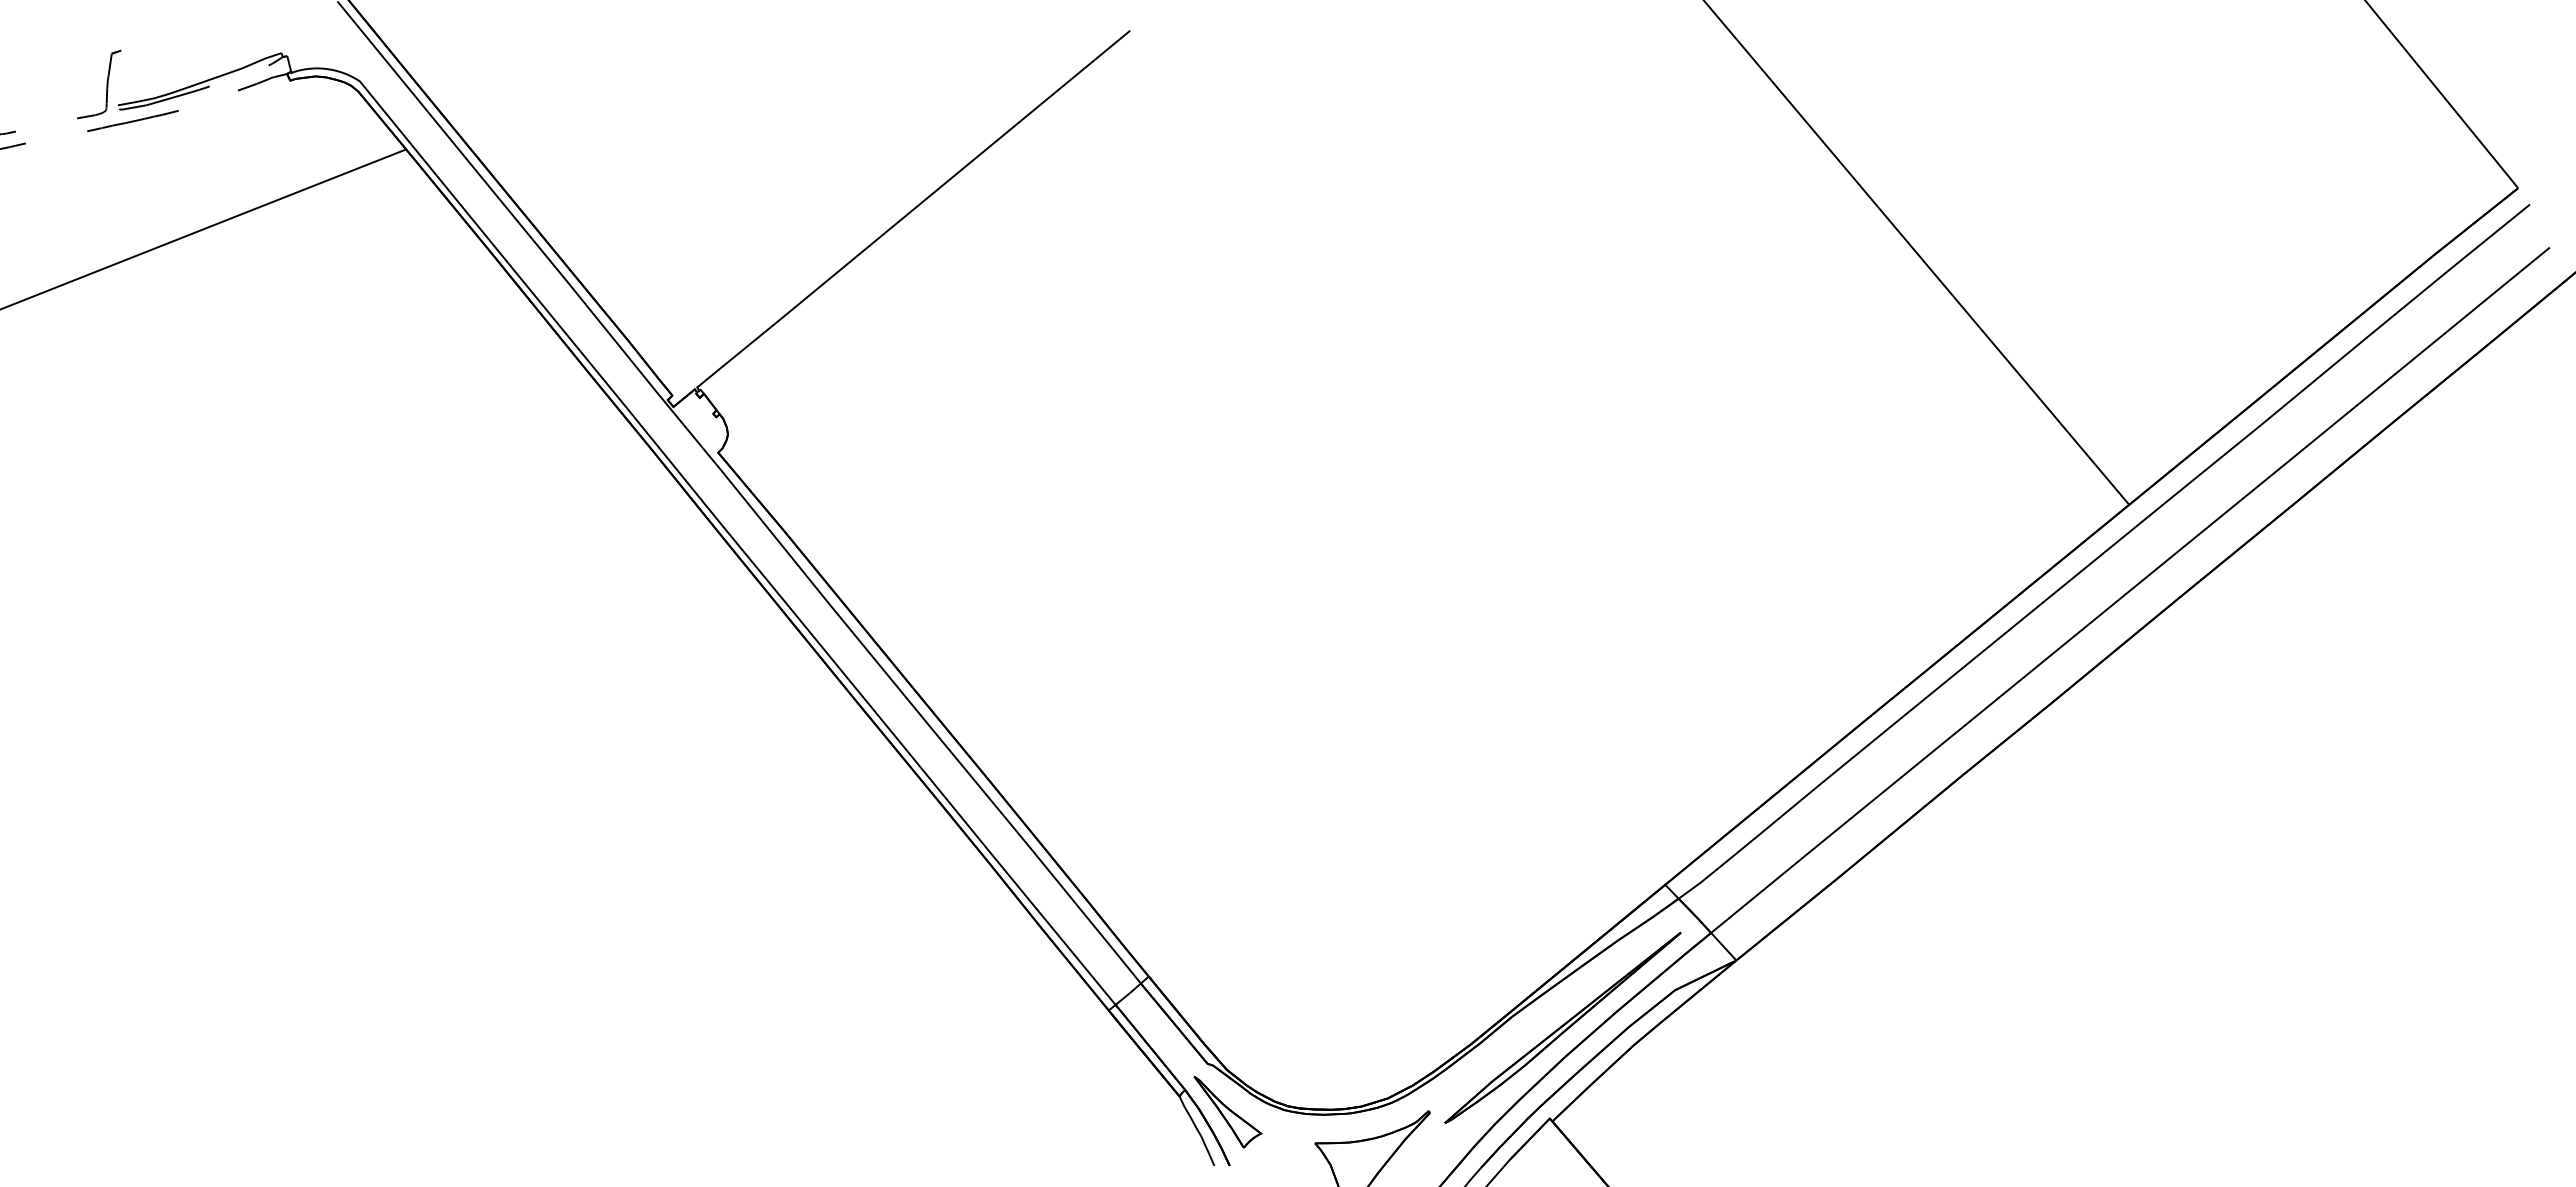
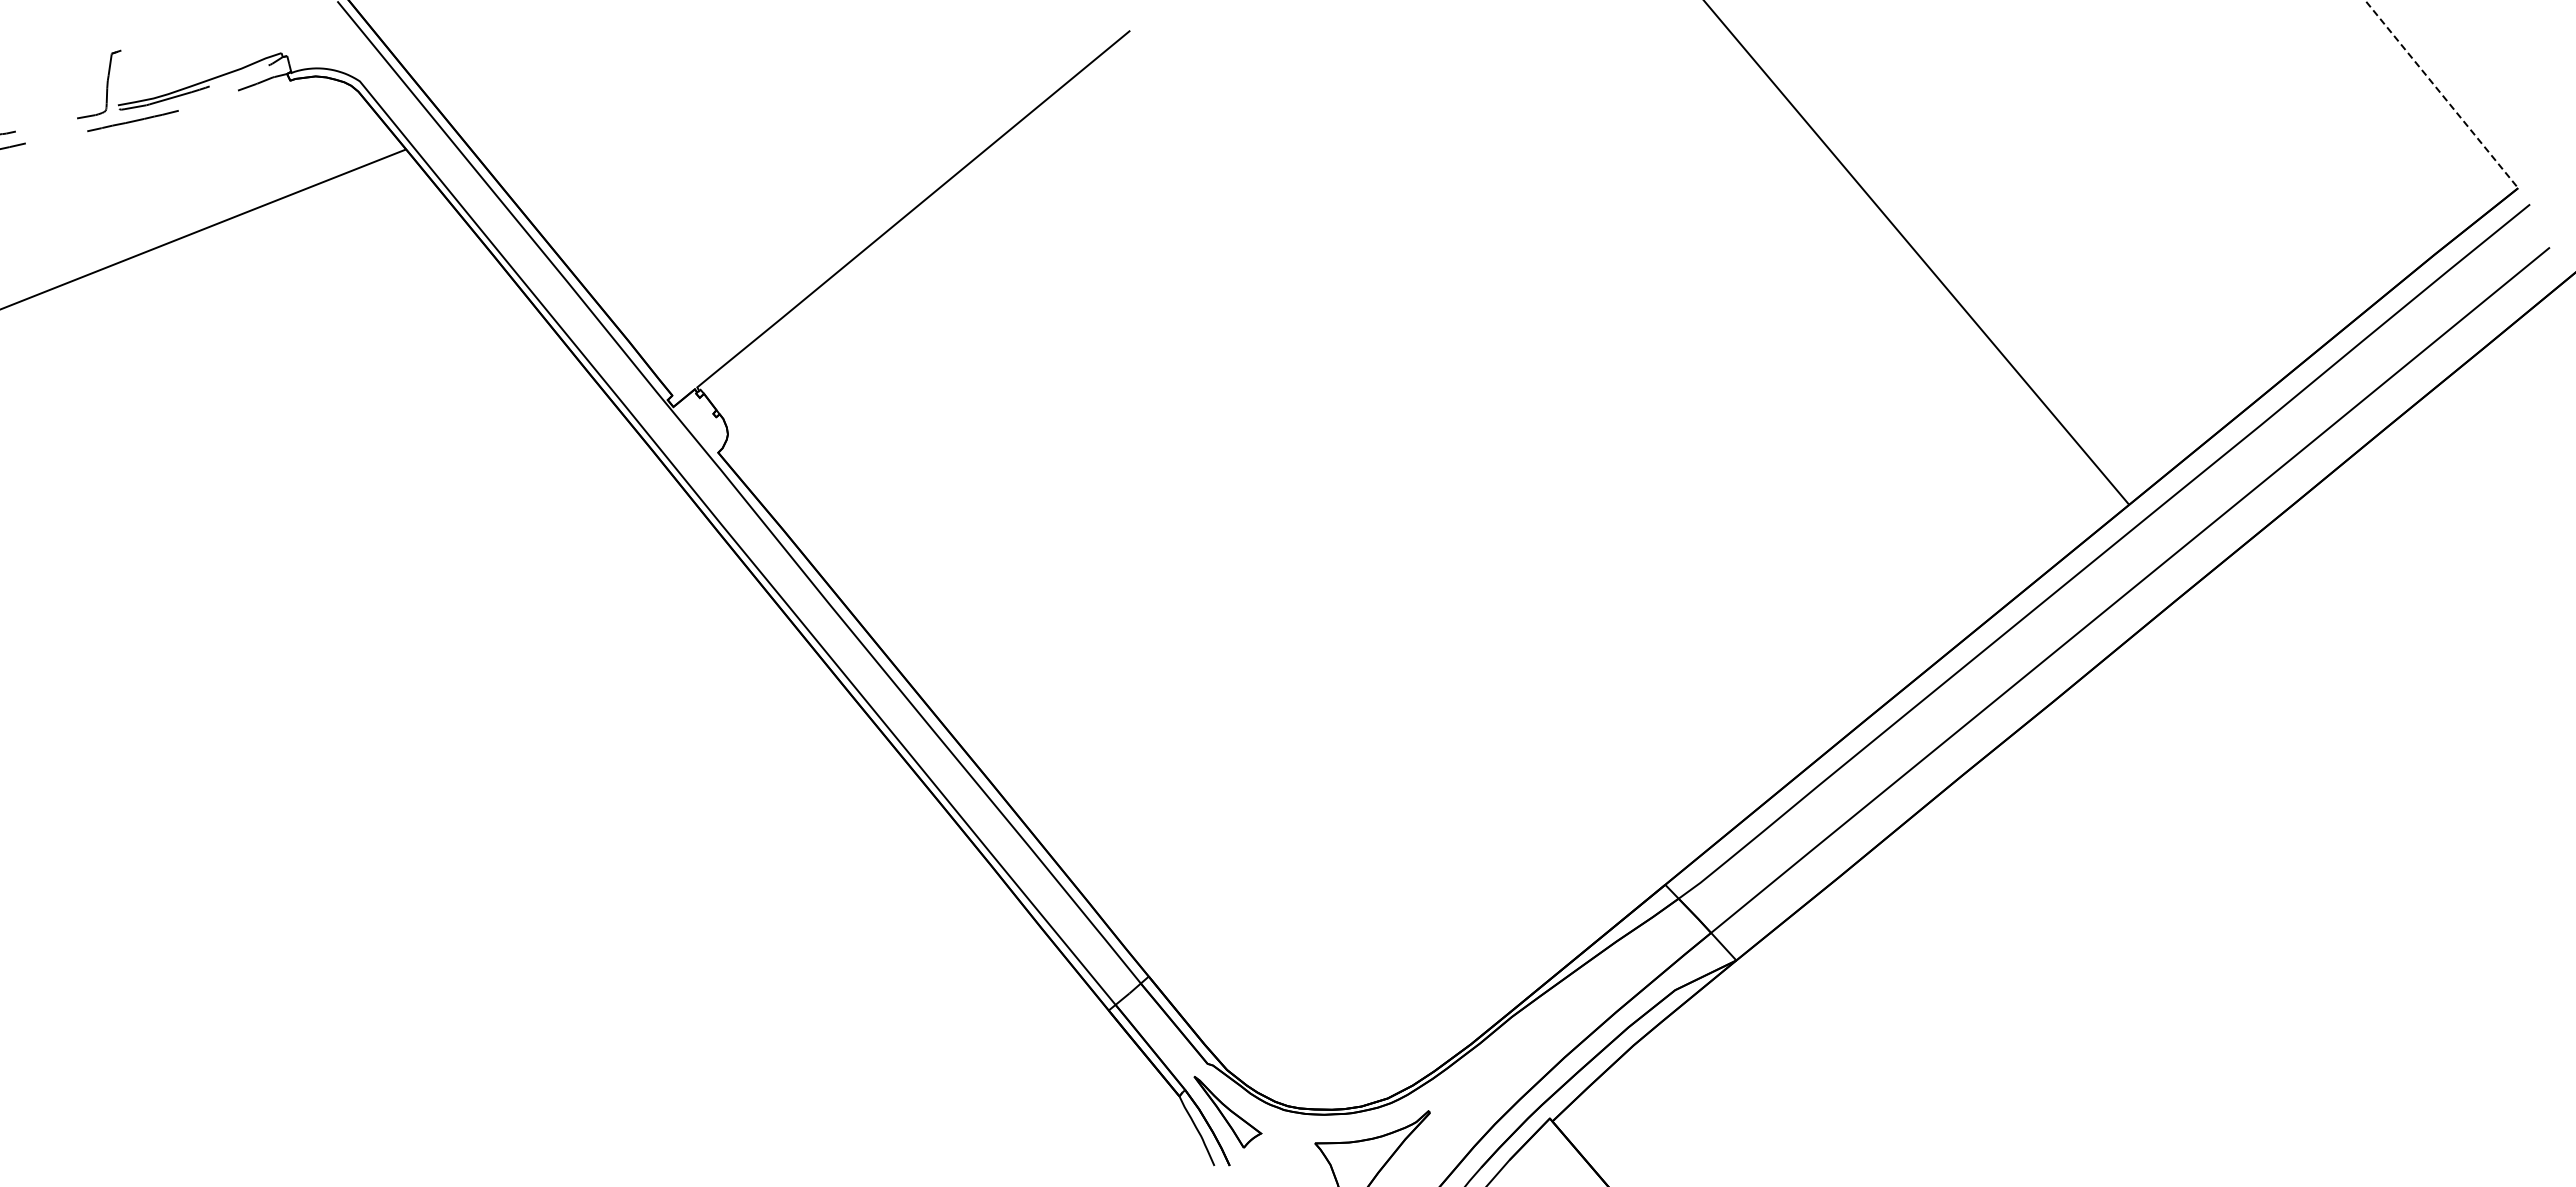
line at (2441, 94): solid -> dashed
part at (1562, 1027): present -> none
